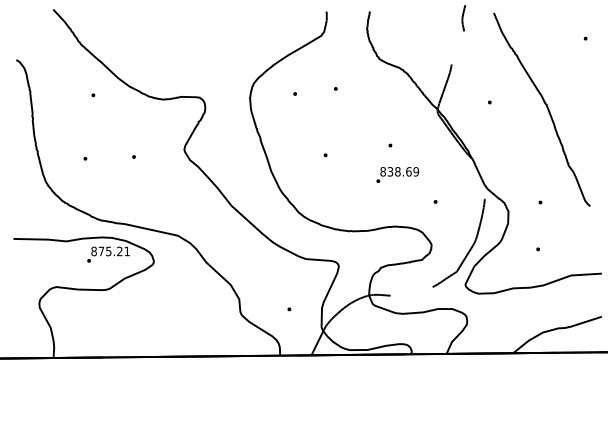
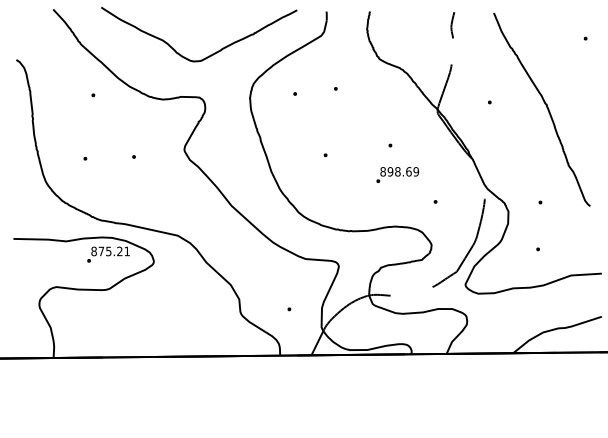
curve at (463, 18) position: (463, 18) -> (452, 25)
curve at (210, 54): none -> present
text at (390, 171): 838.69 -> 898.69
